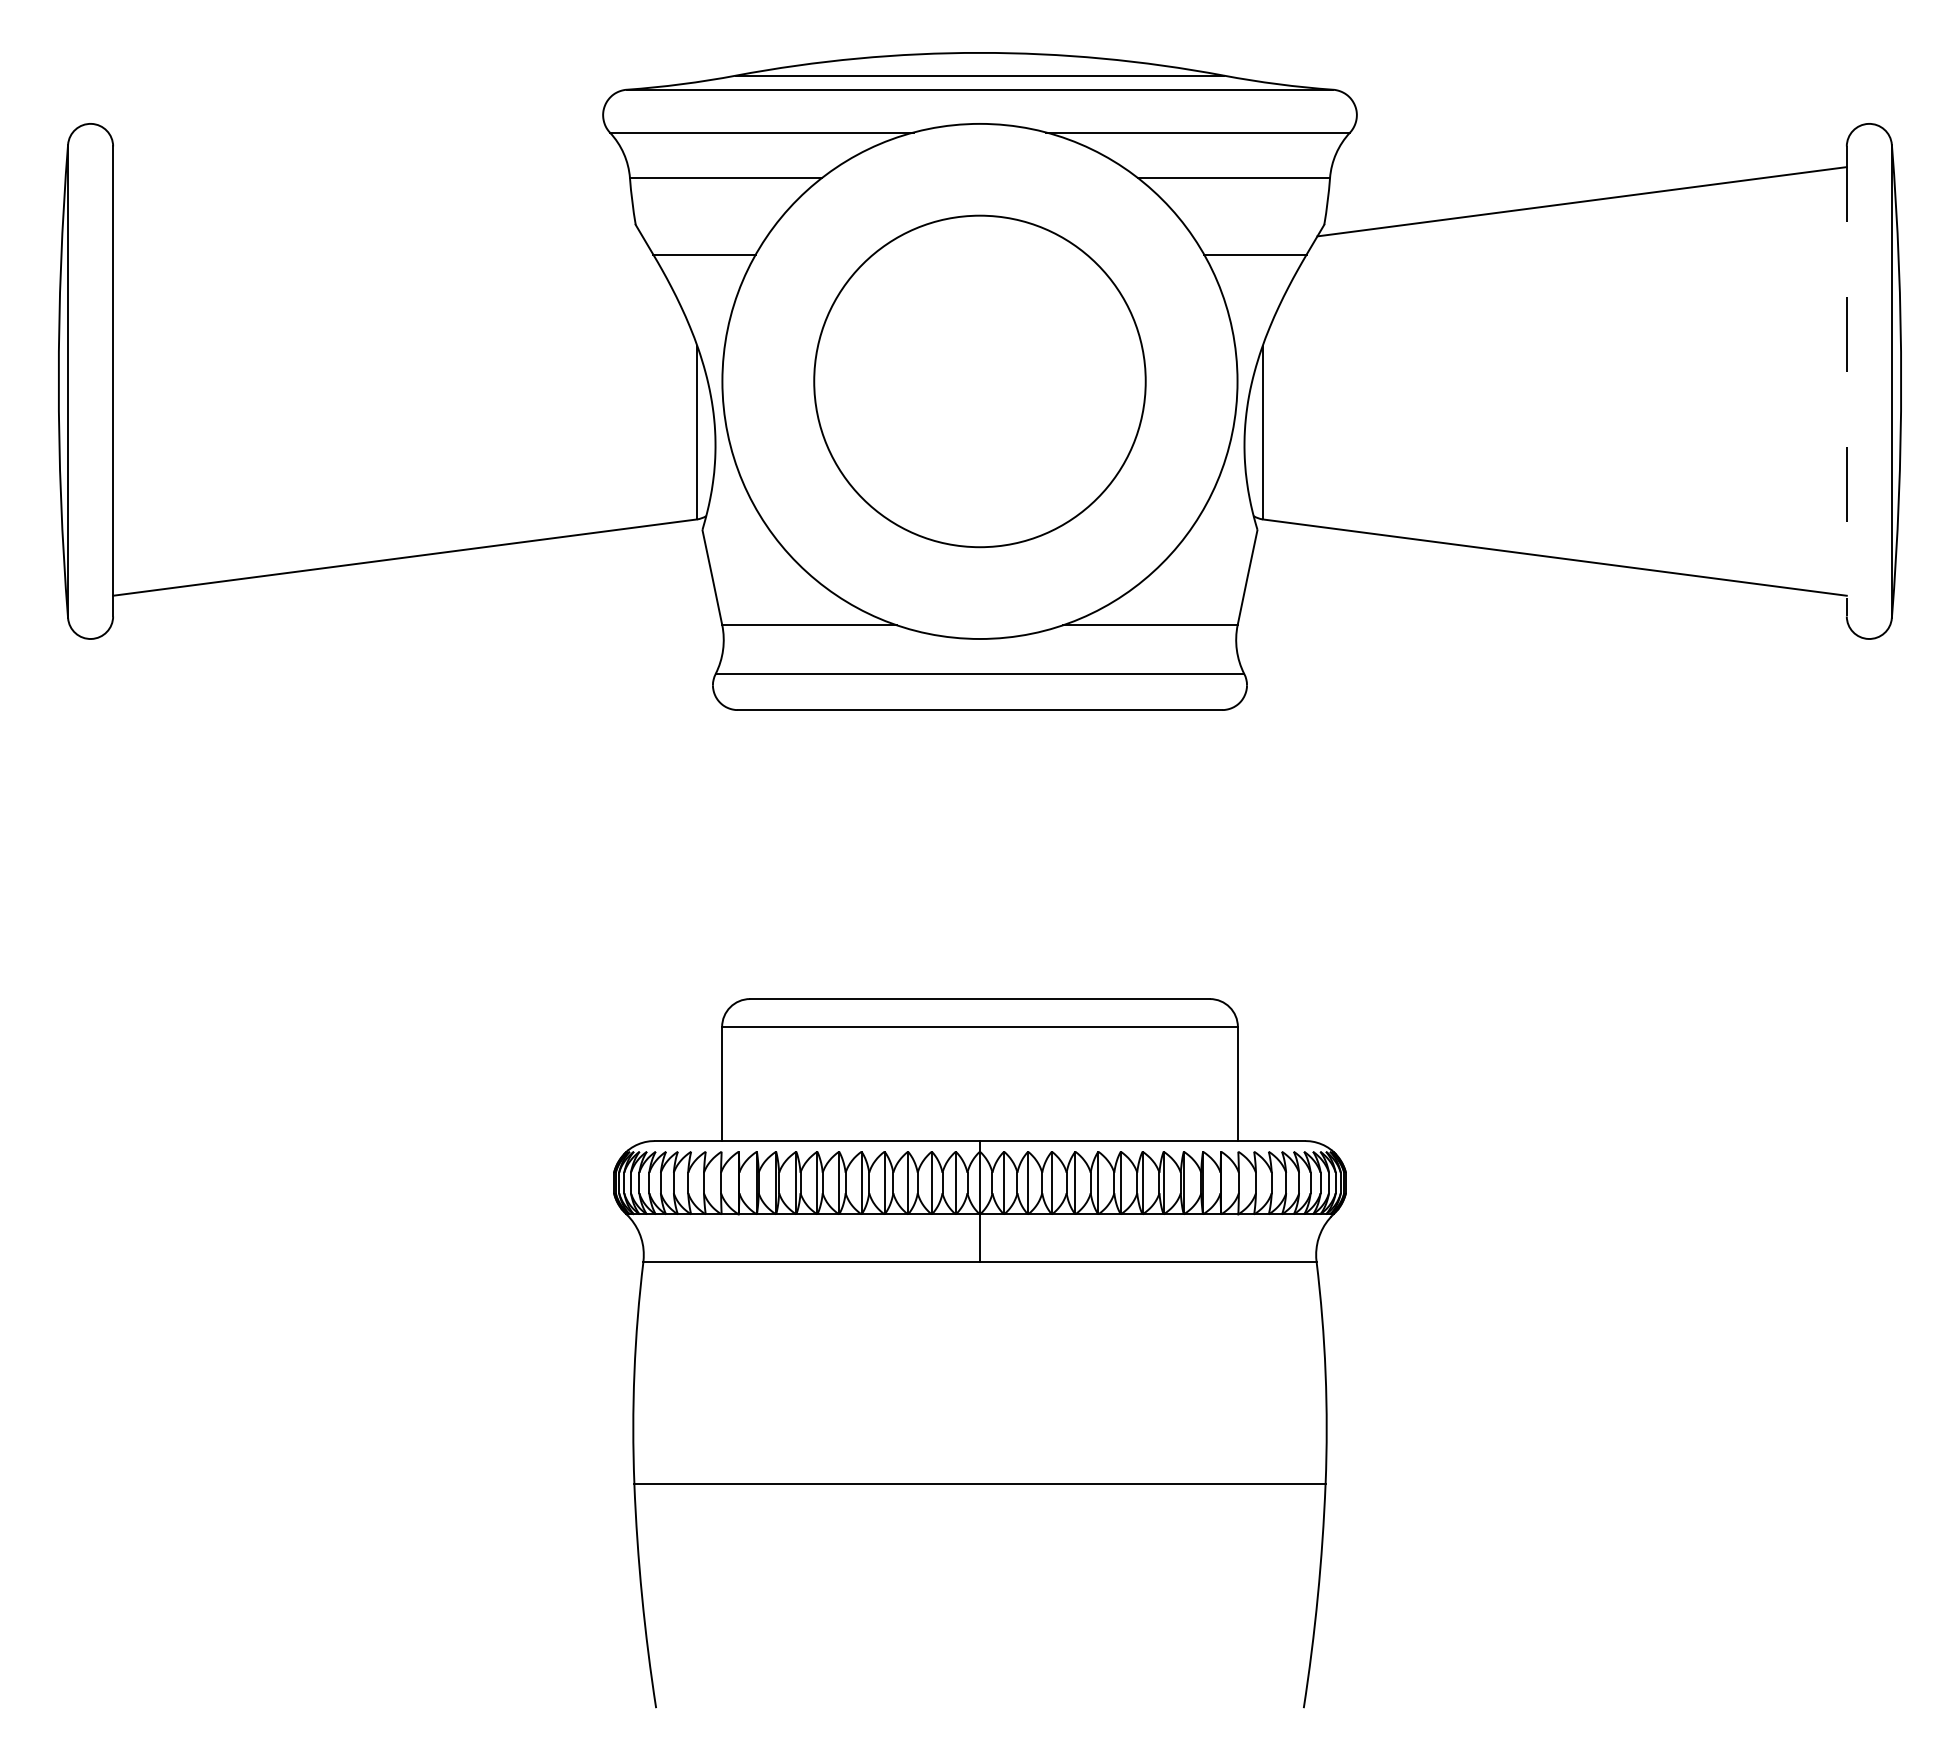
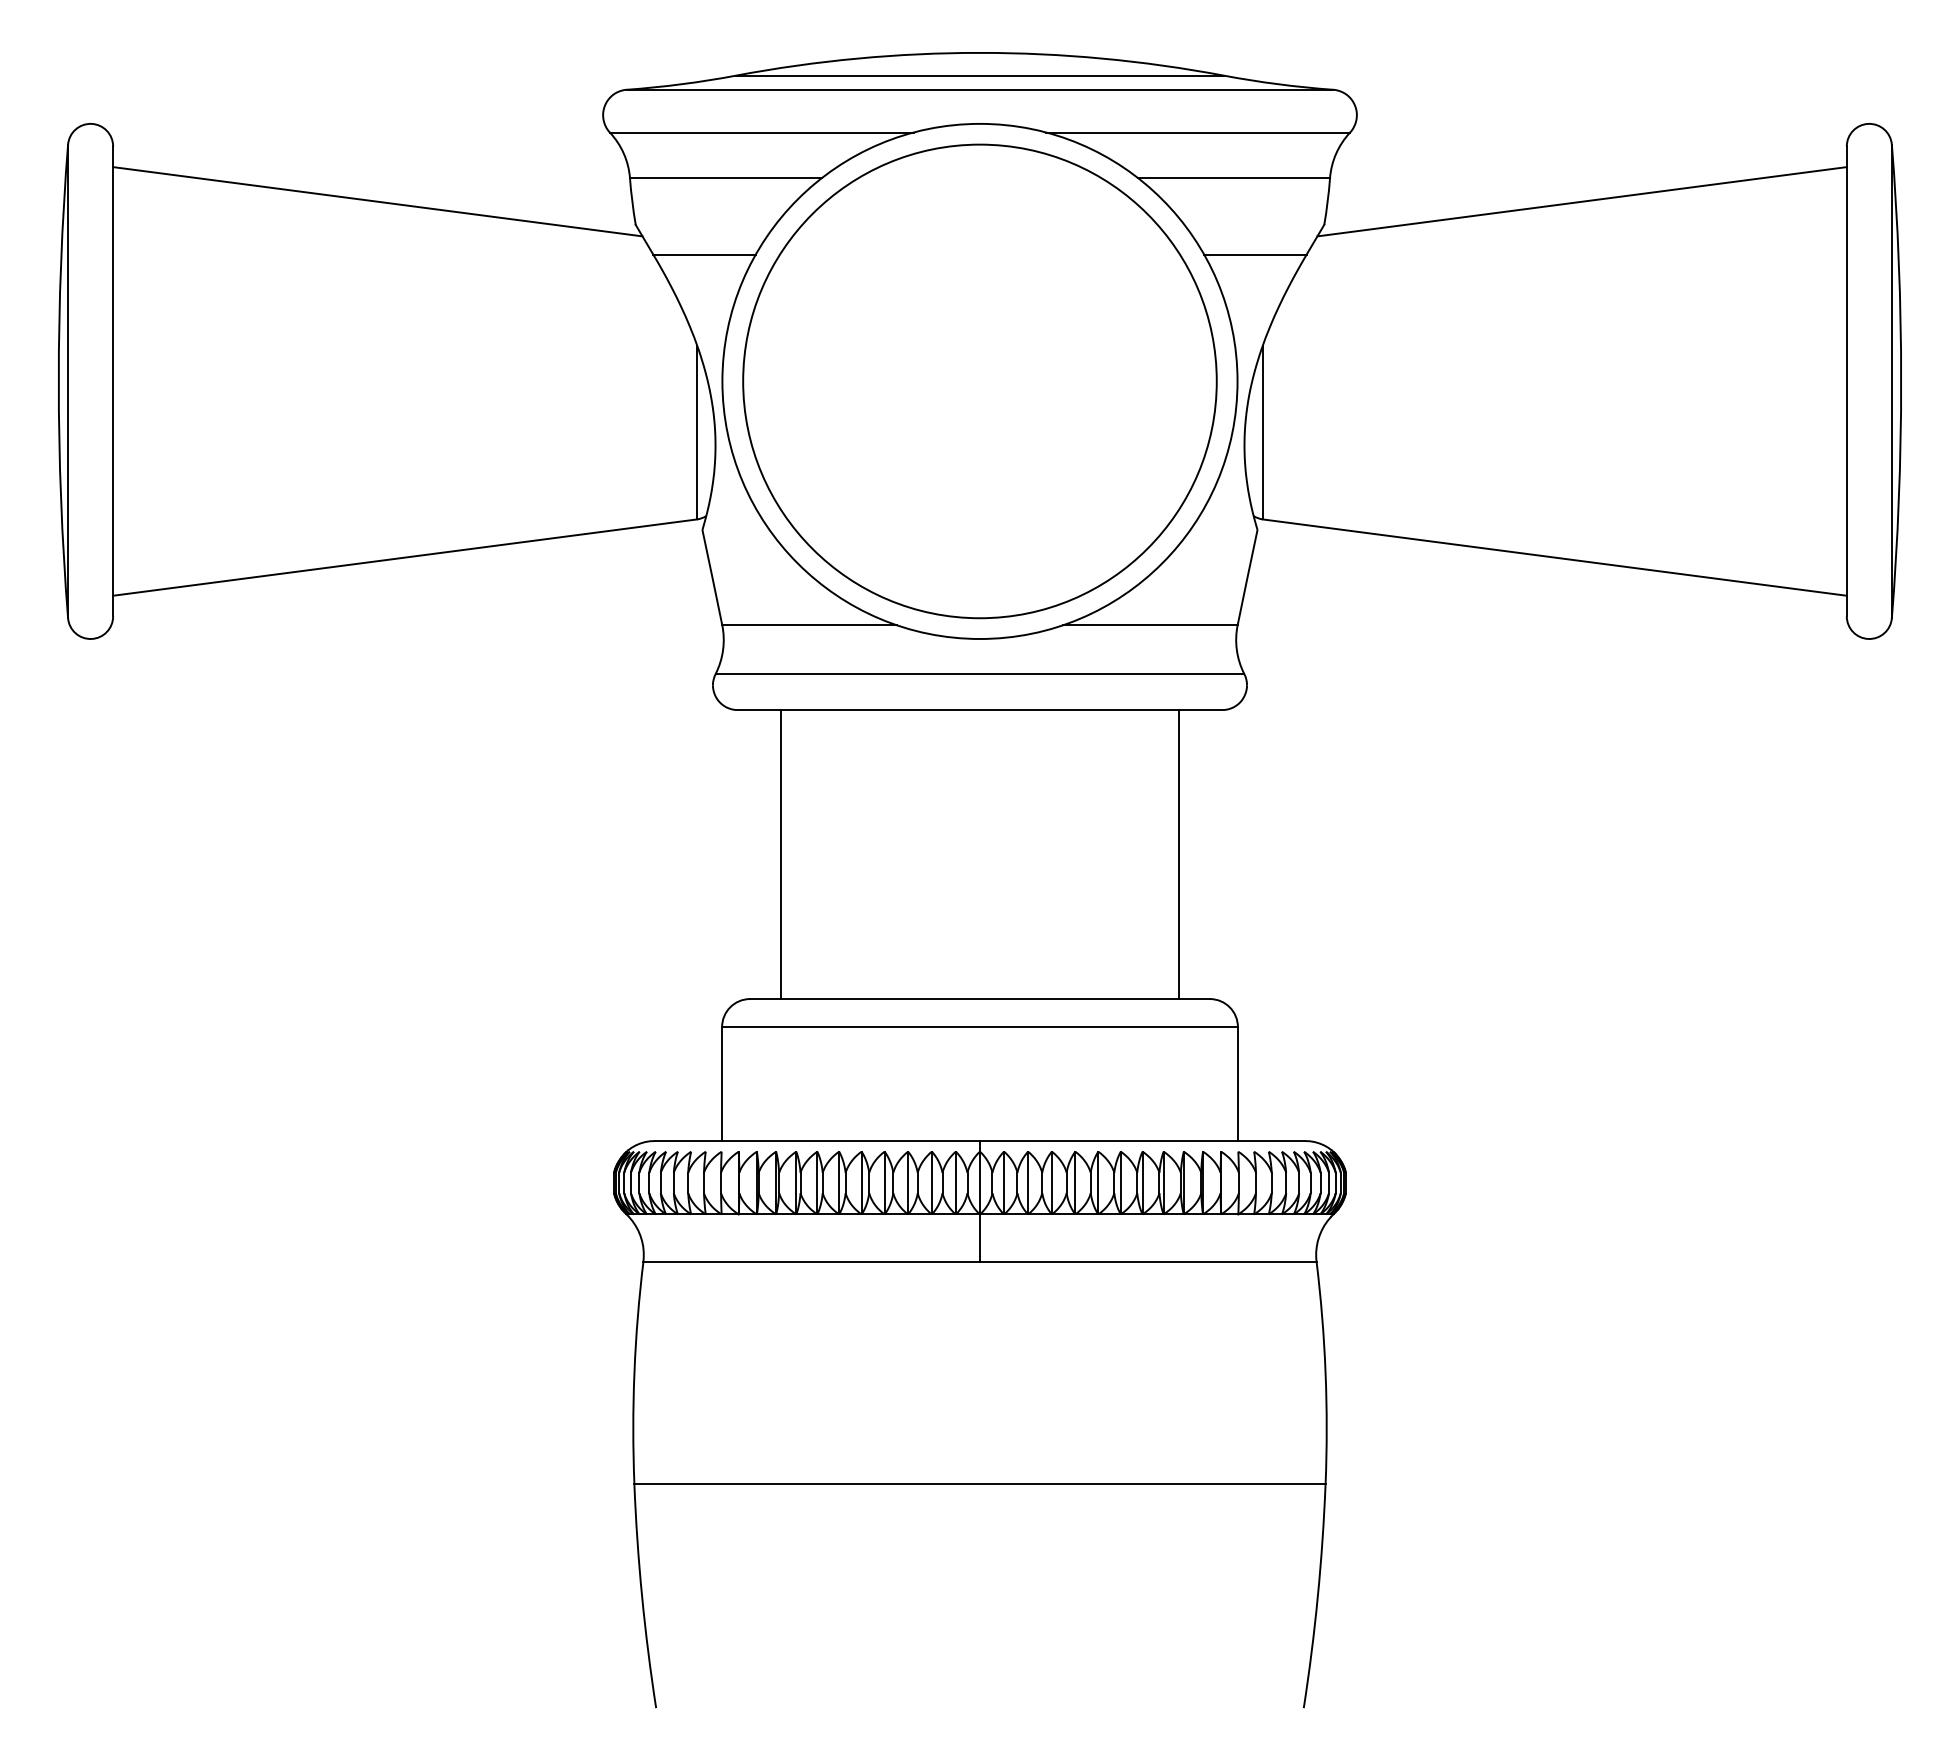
line at (377, 201): none -> present
circle at (979, 381) size: 334x335 px -> 476x477 px
line at (1846, 381): dashed -> solid
line at (780, 854): none -> present
line at (1179, 854): none -> present
